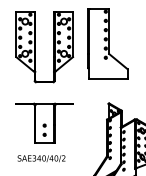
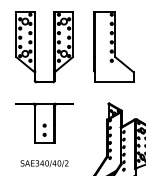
part at (107, 43) position: (107, 43) -> (113, 46)
text at (41, 158) position: (41, 158) -> (44, 163)
